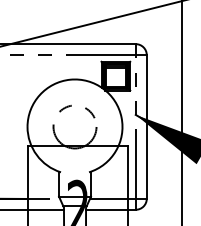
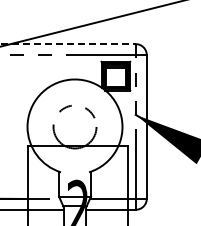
line at (68, 44): solid -> dashed
line at (181, 112): present -> none
